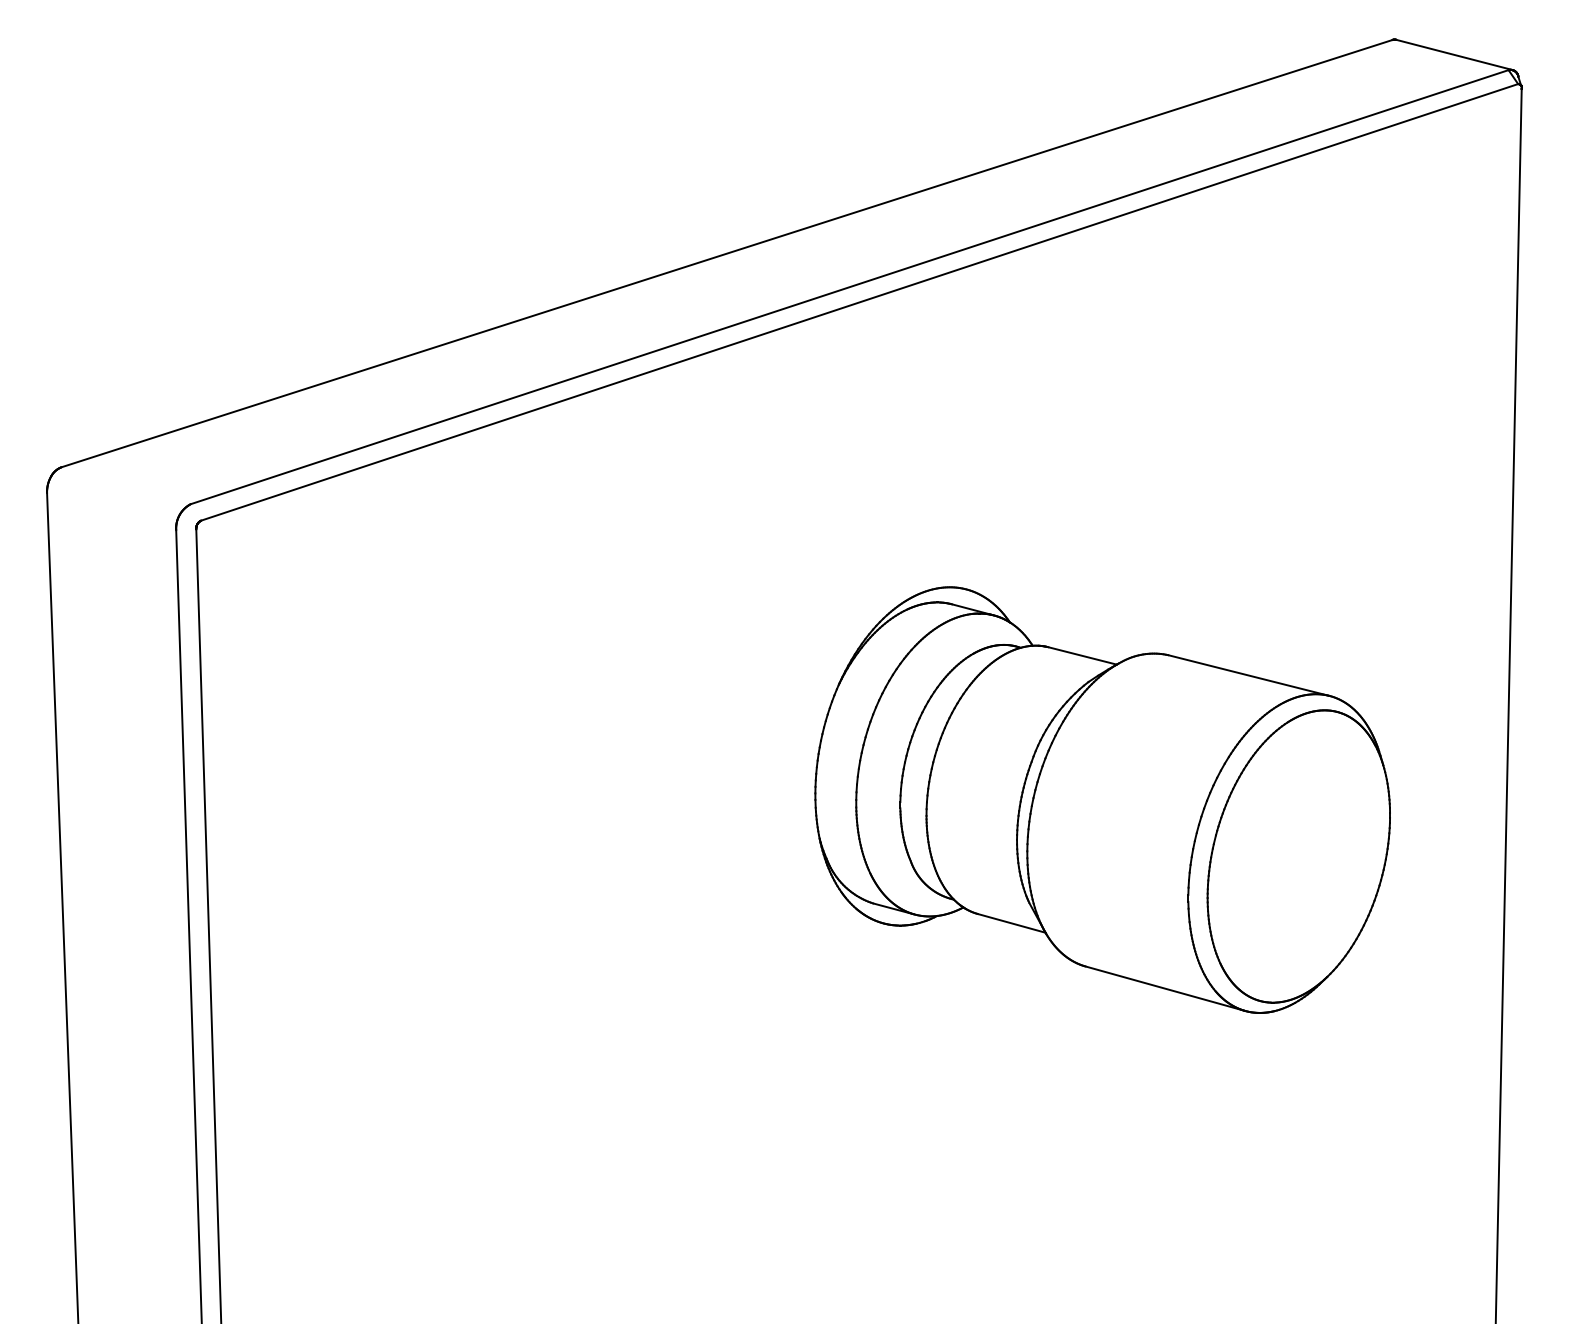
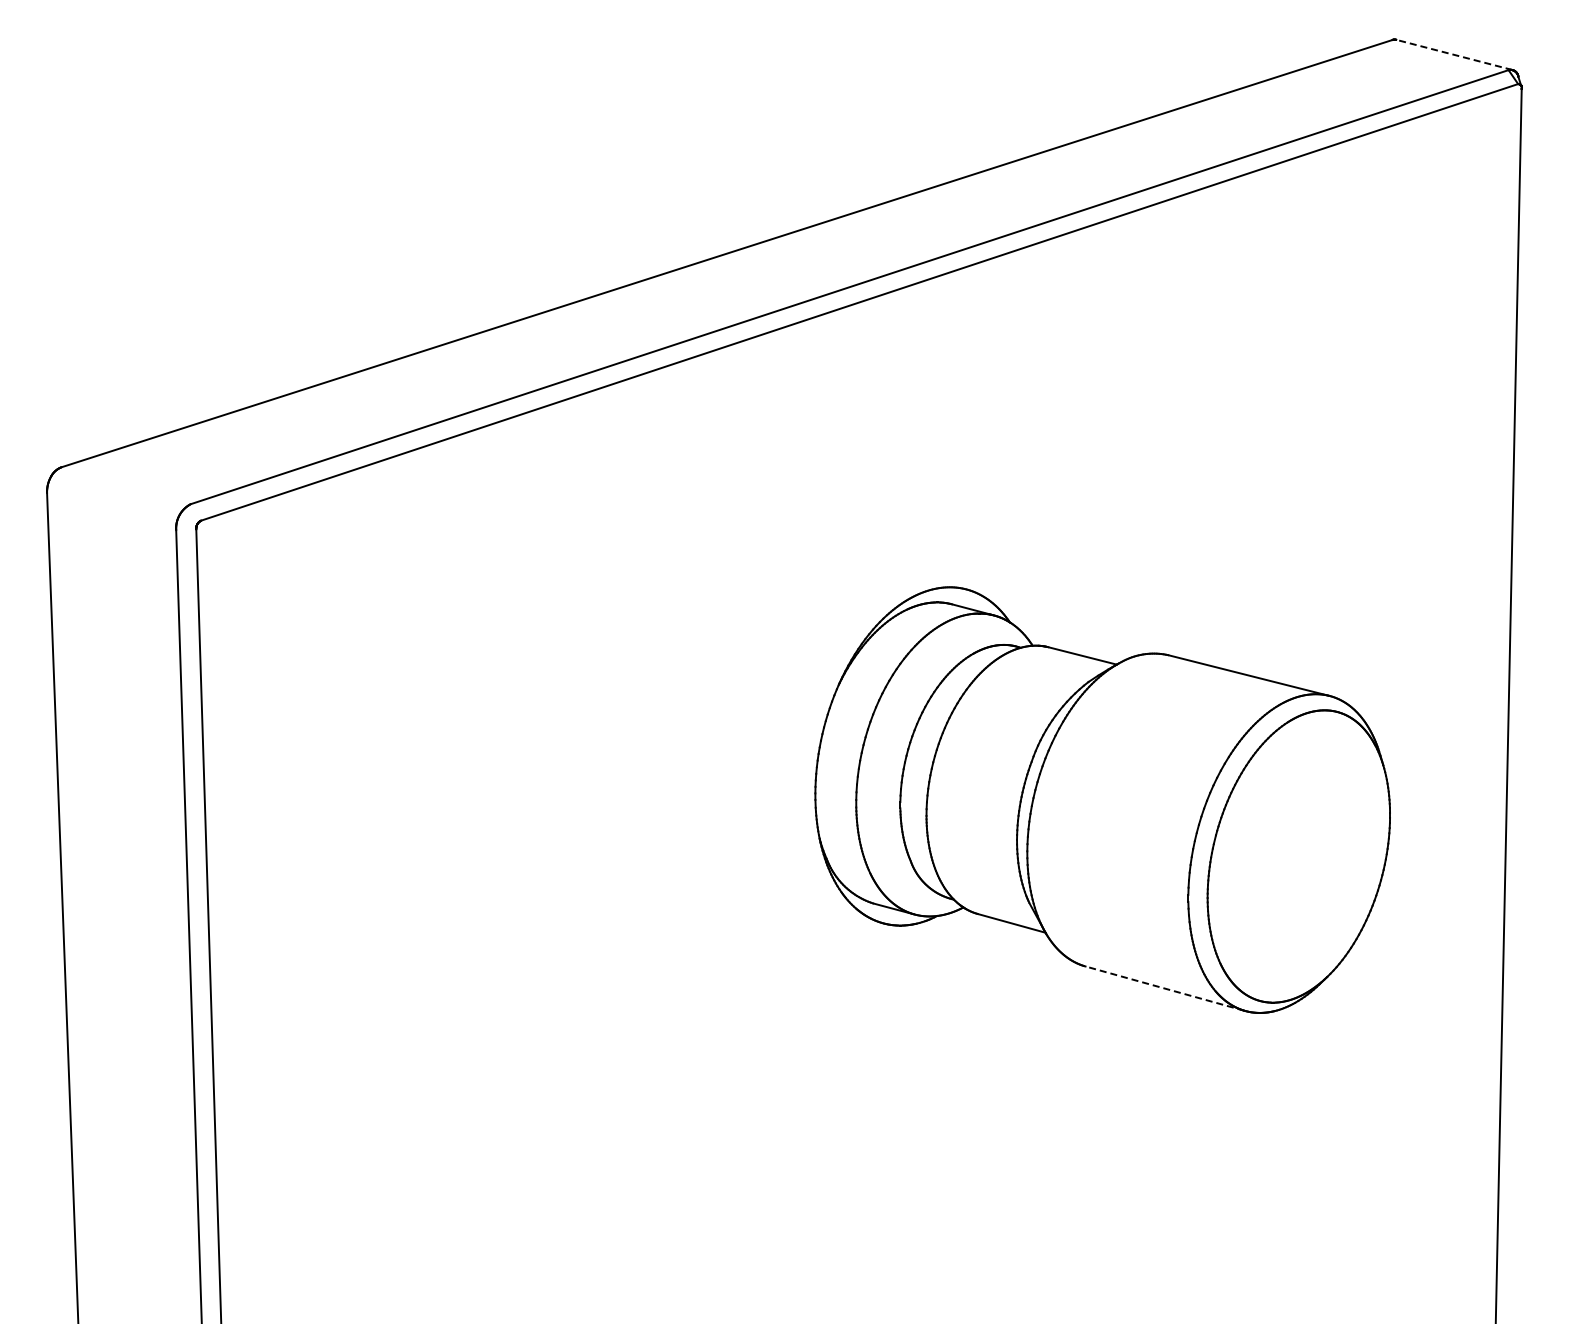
line at (1454, 54): solid -> dashed
line at (1164, 988): solid -> dashed
